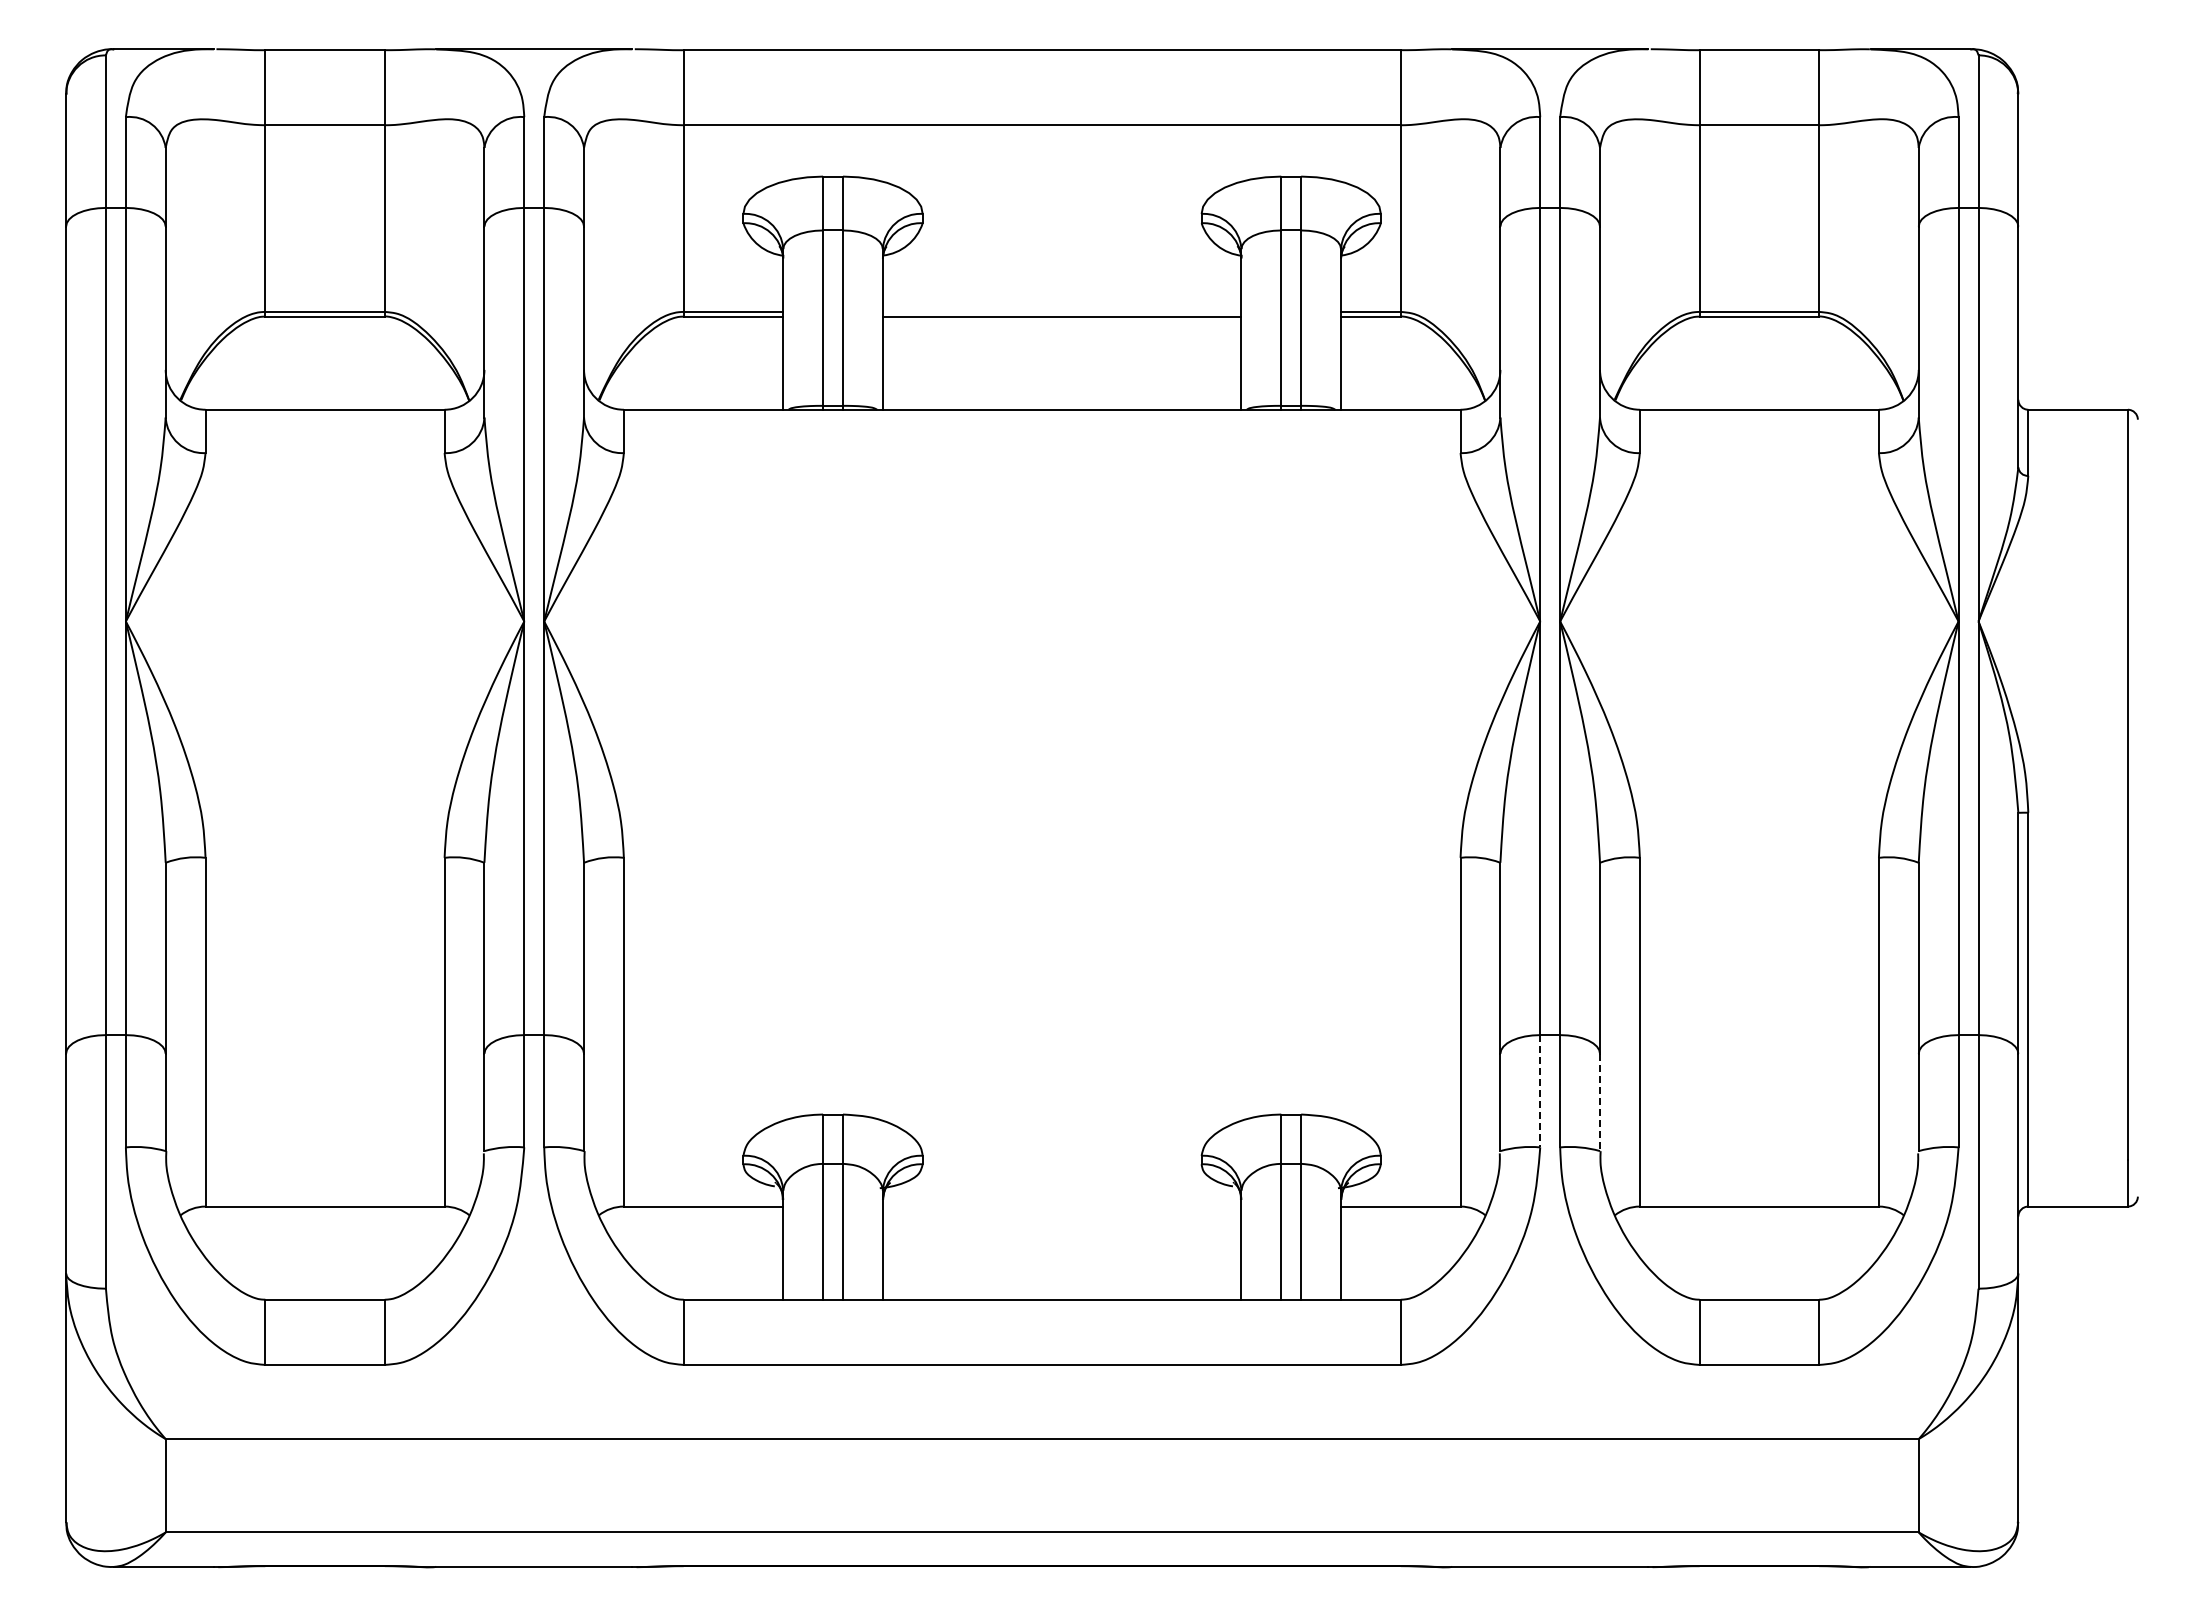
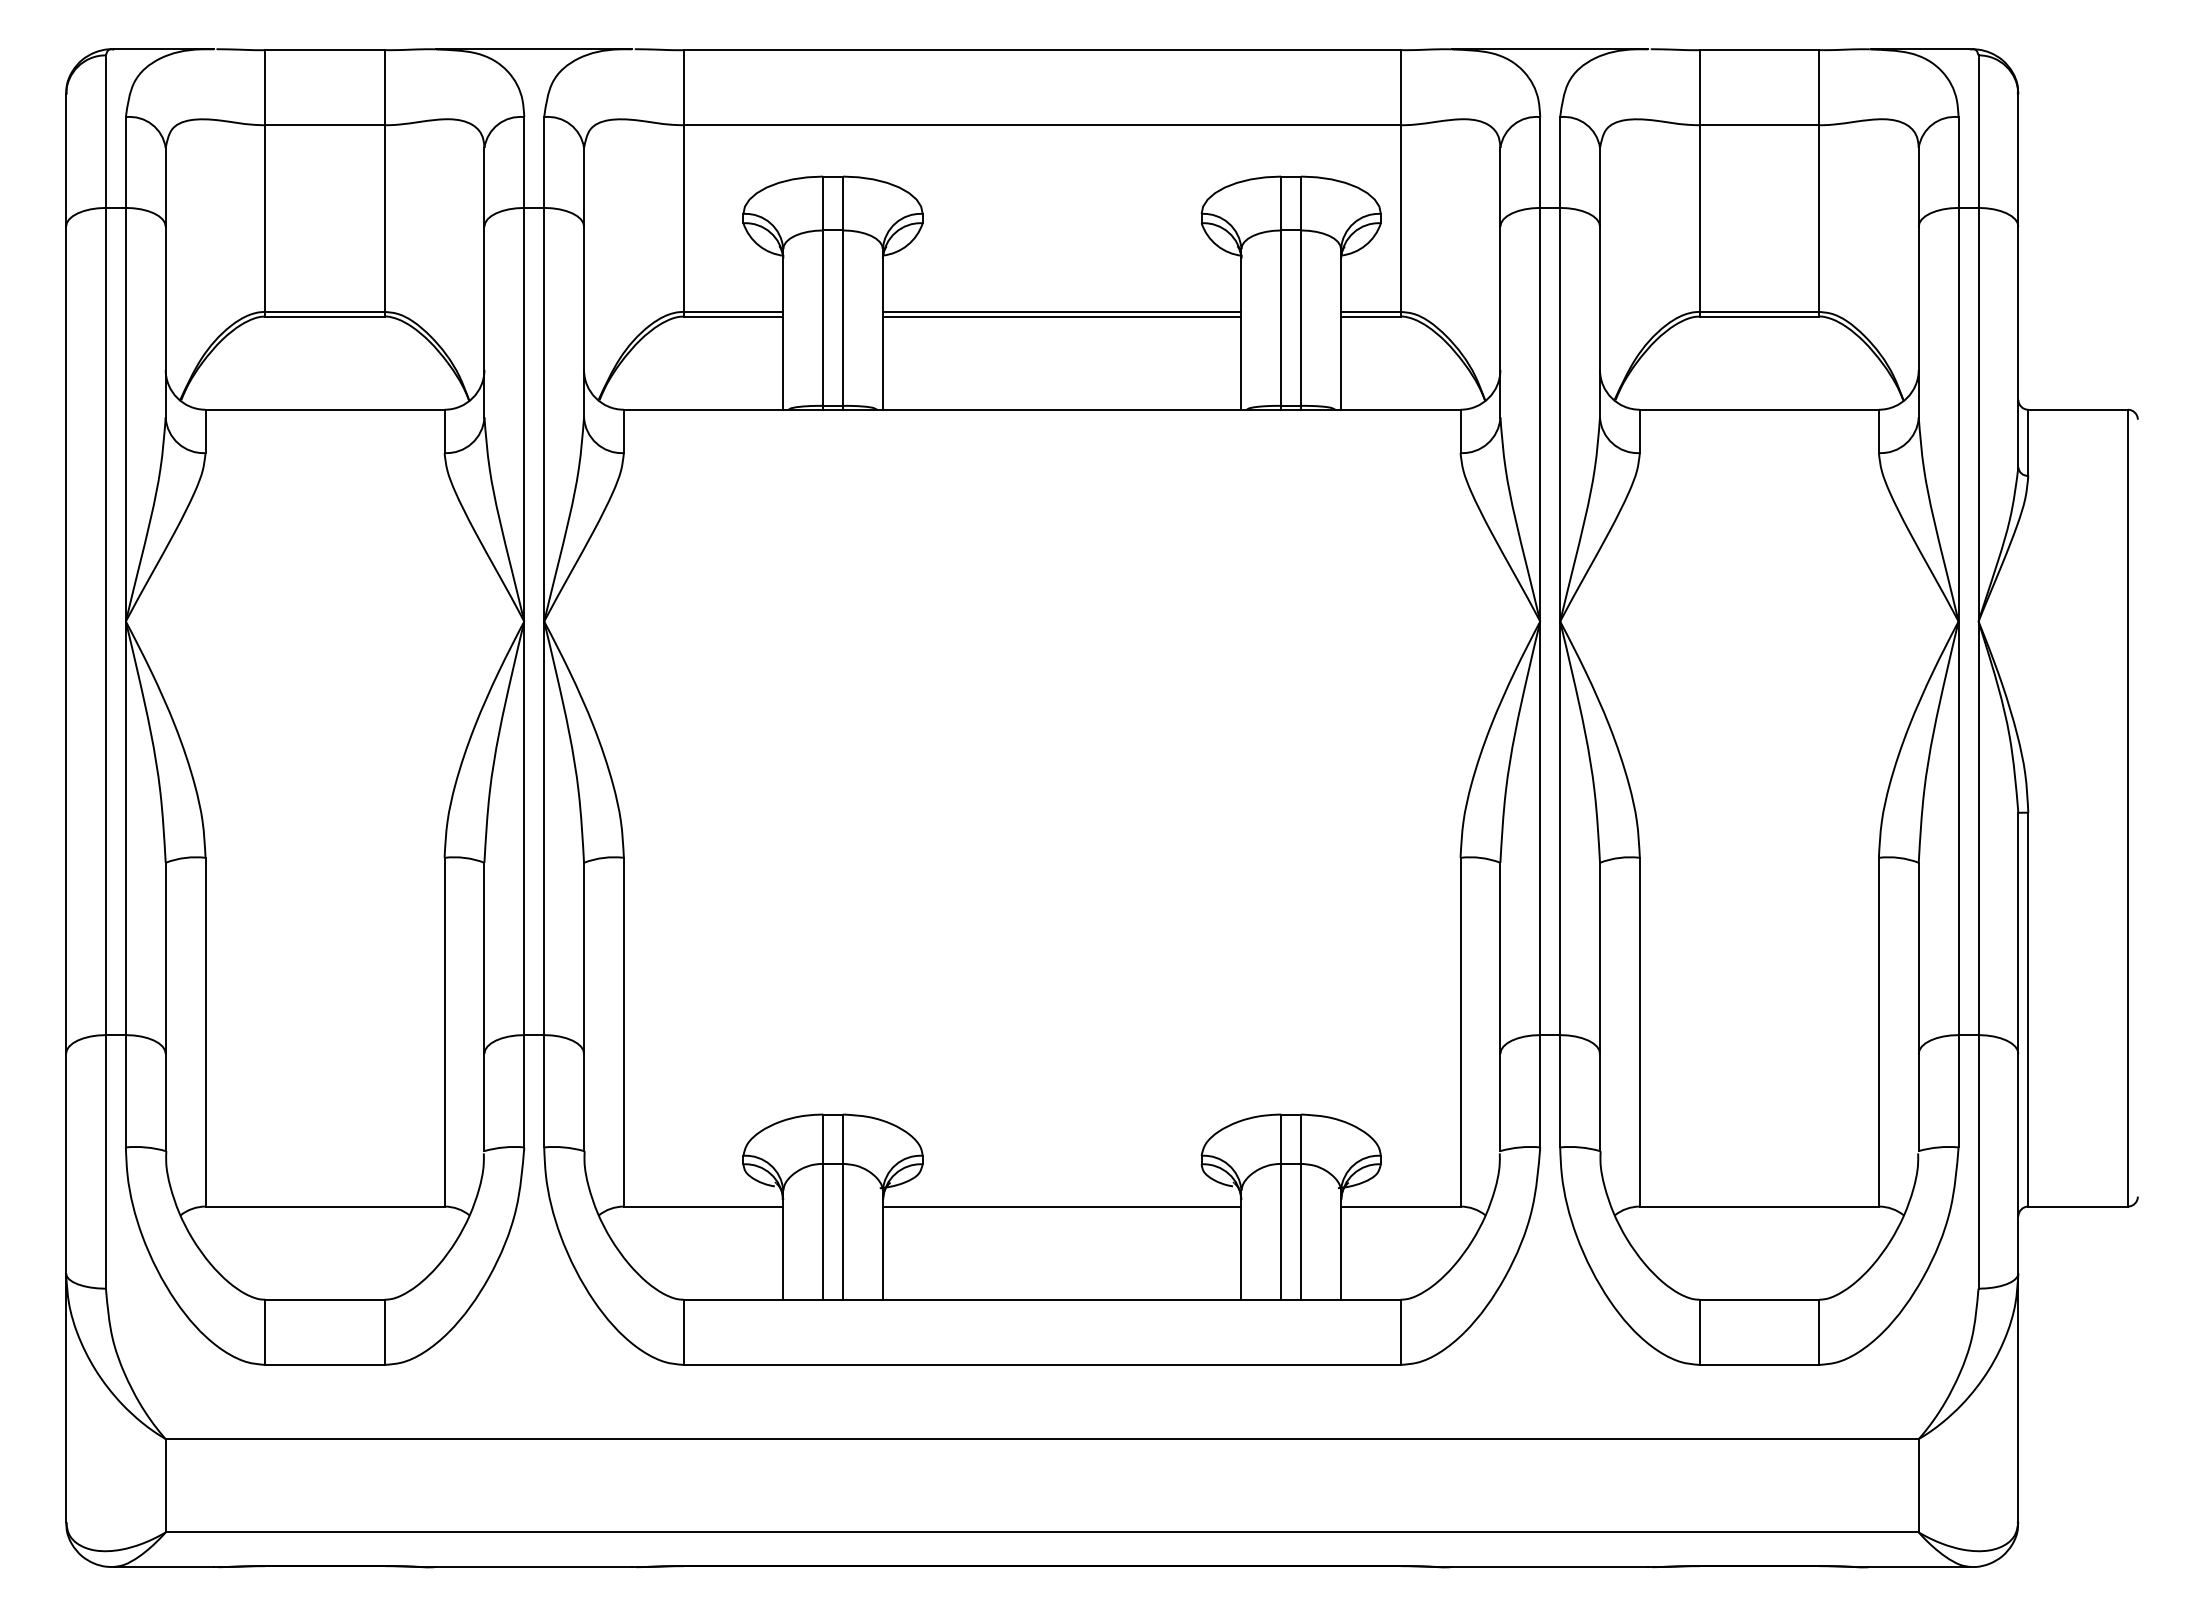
line at (1061, 311): none -> present
line at (1540, 1091): dashed -> solid
line at (1600, 1102): dashed -> solid
line at (1061, 1206): none -> present
